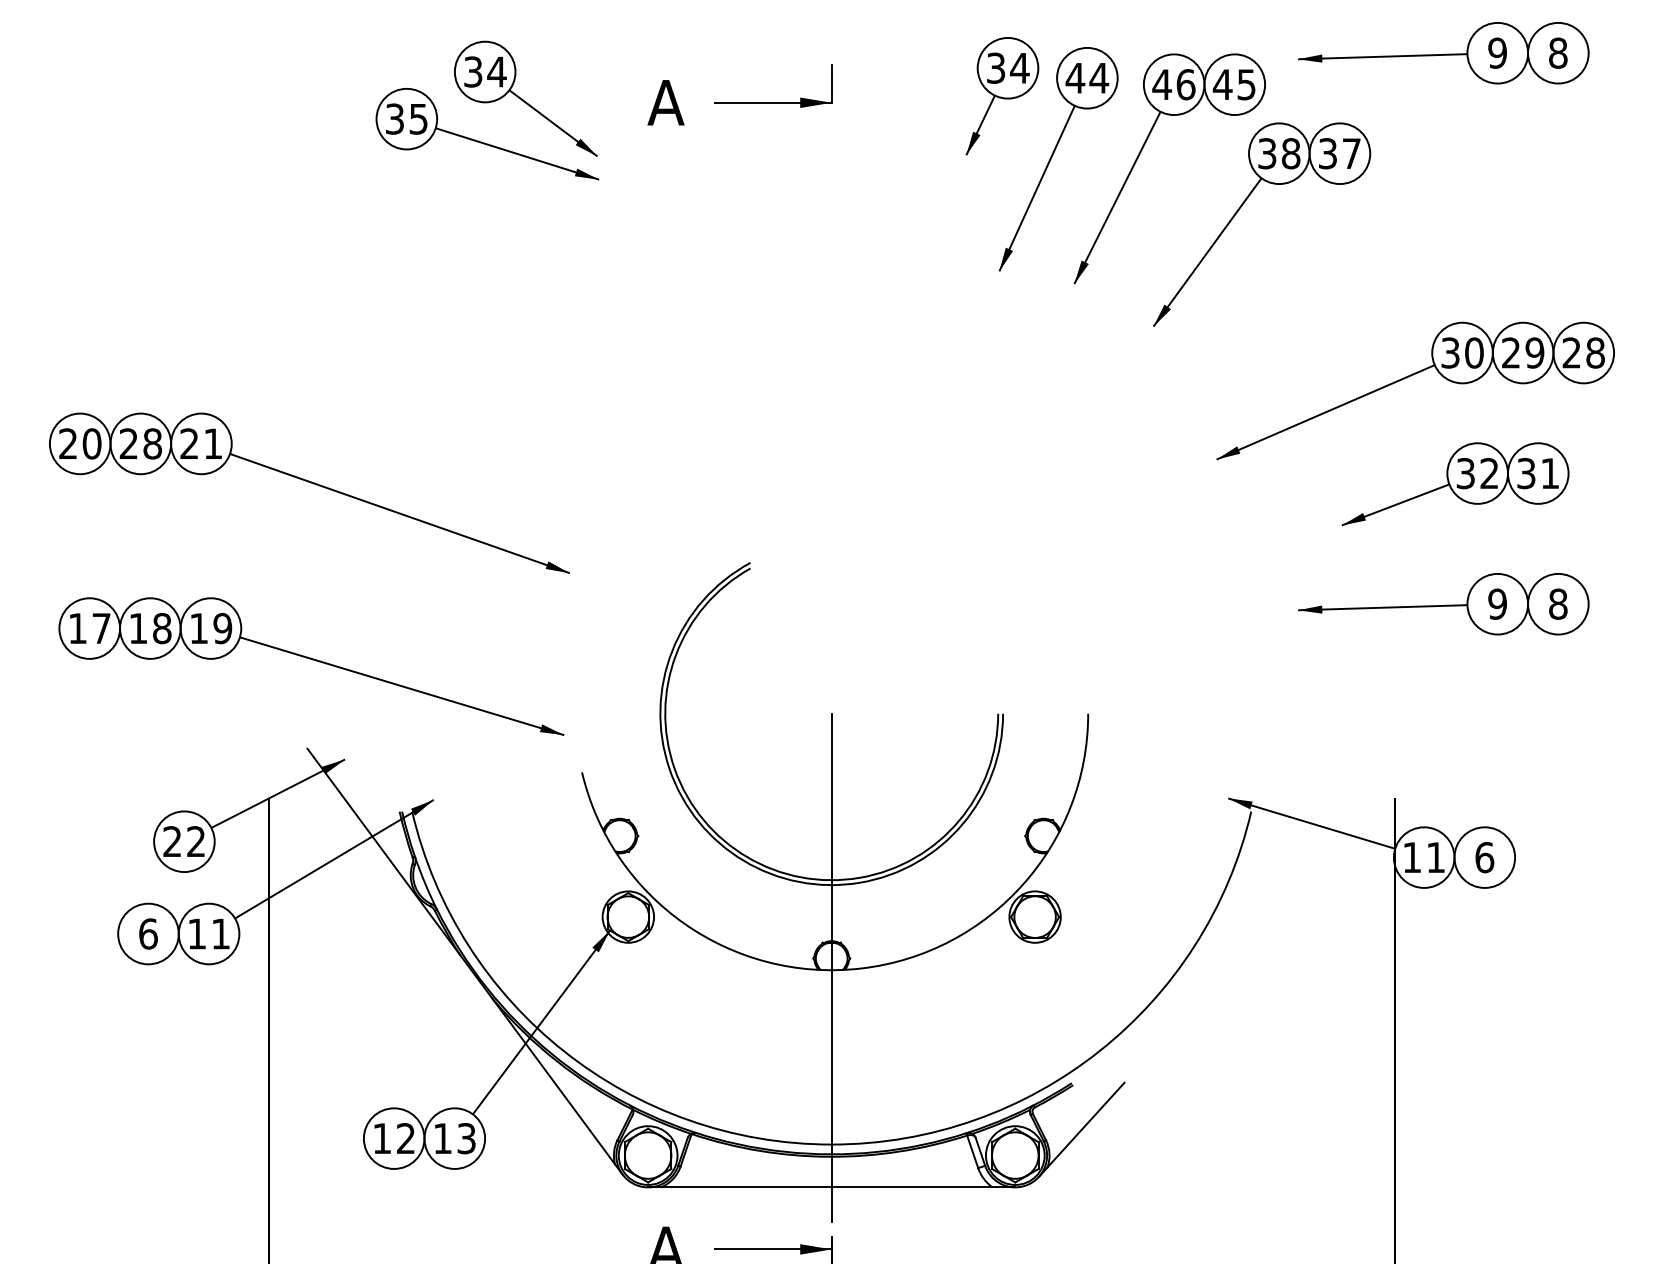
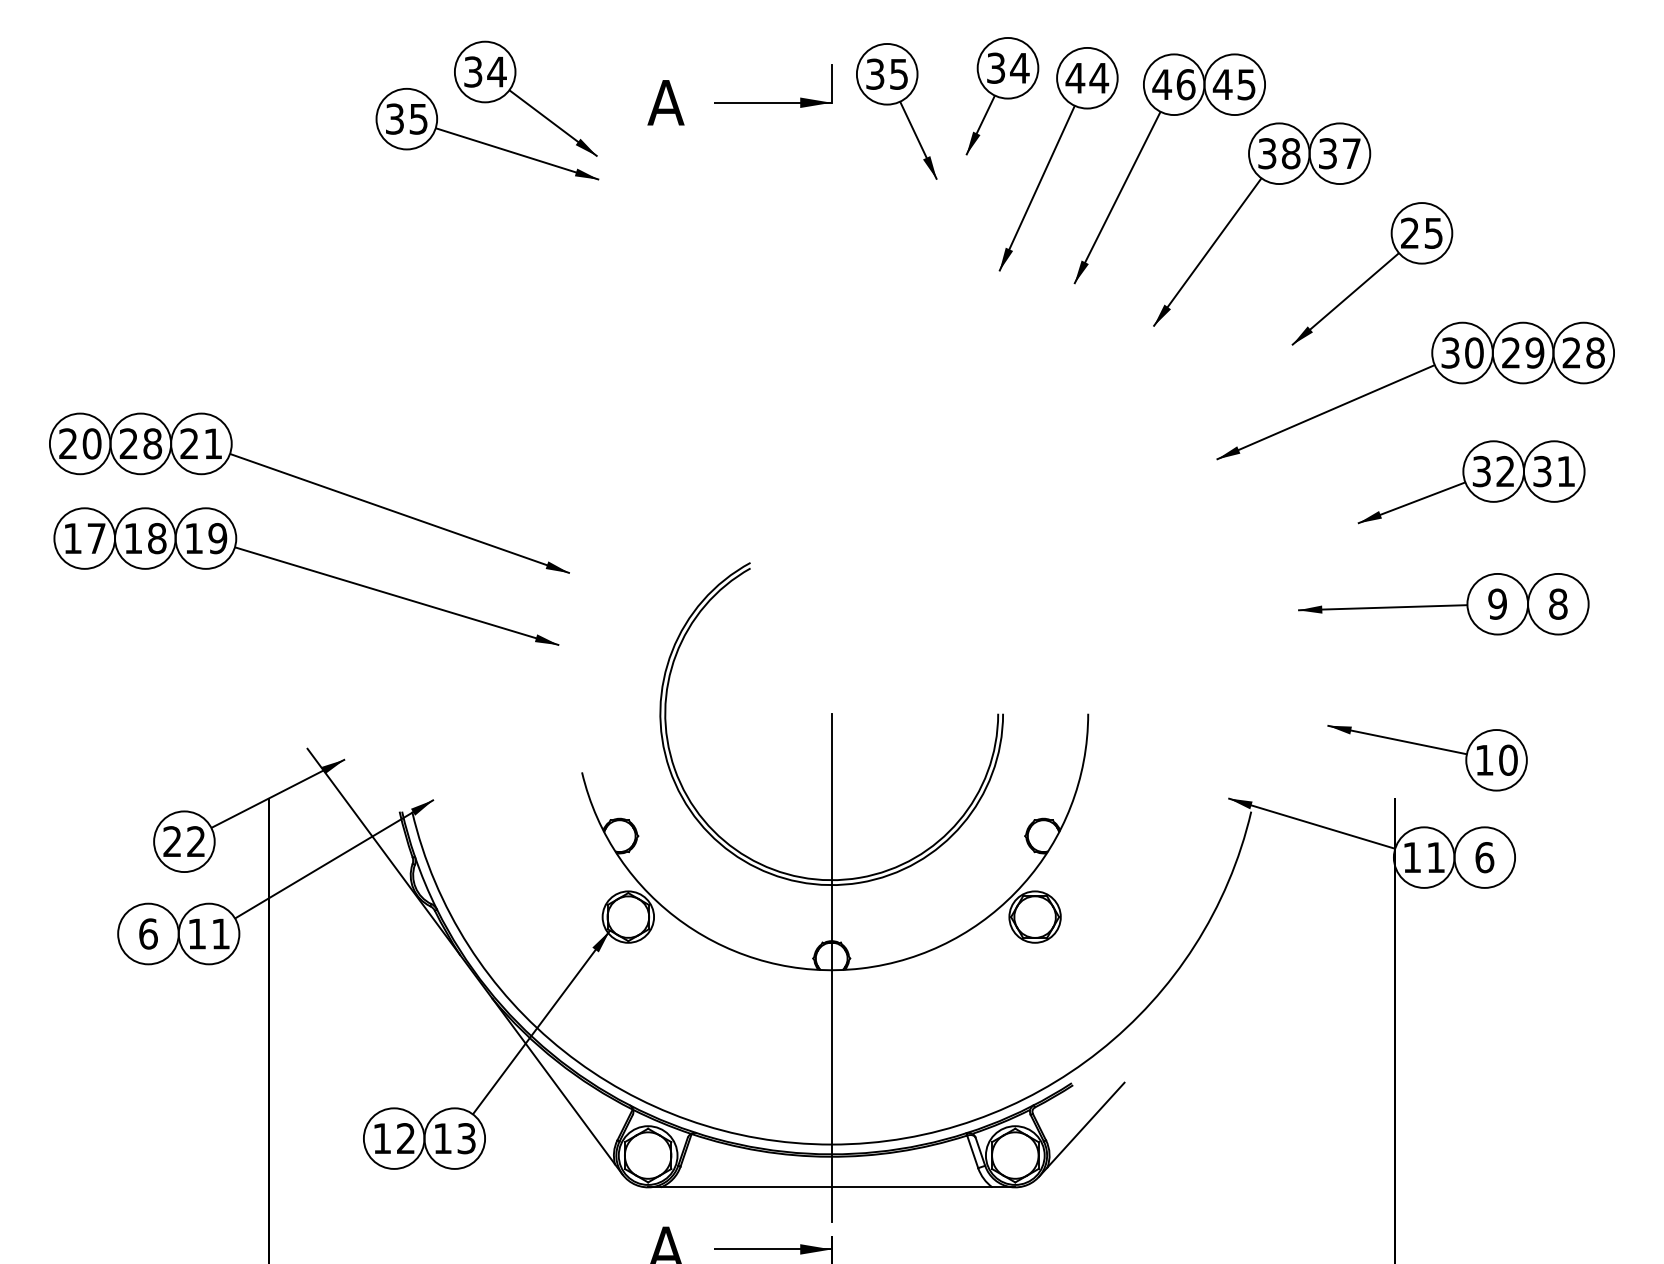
part at (1443, 53): present -> none
part at (902, 109): none -> present
part at (1372, 273): none -> present
part at (1455, 484) position: (1455, 484) -> (1471, 482)
part at (312, 660) position: (312, 660) -> (307, 570)
part at (1427, 747): none -> present
